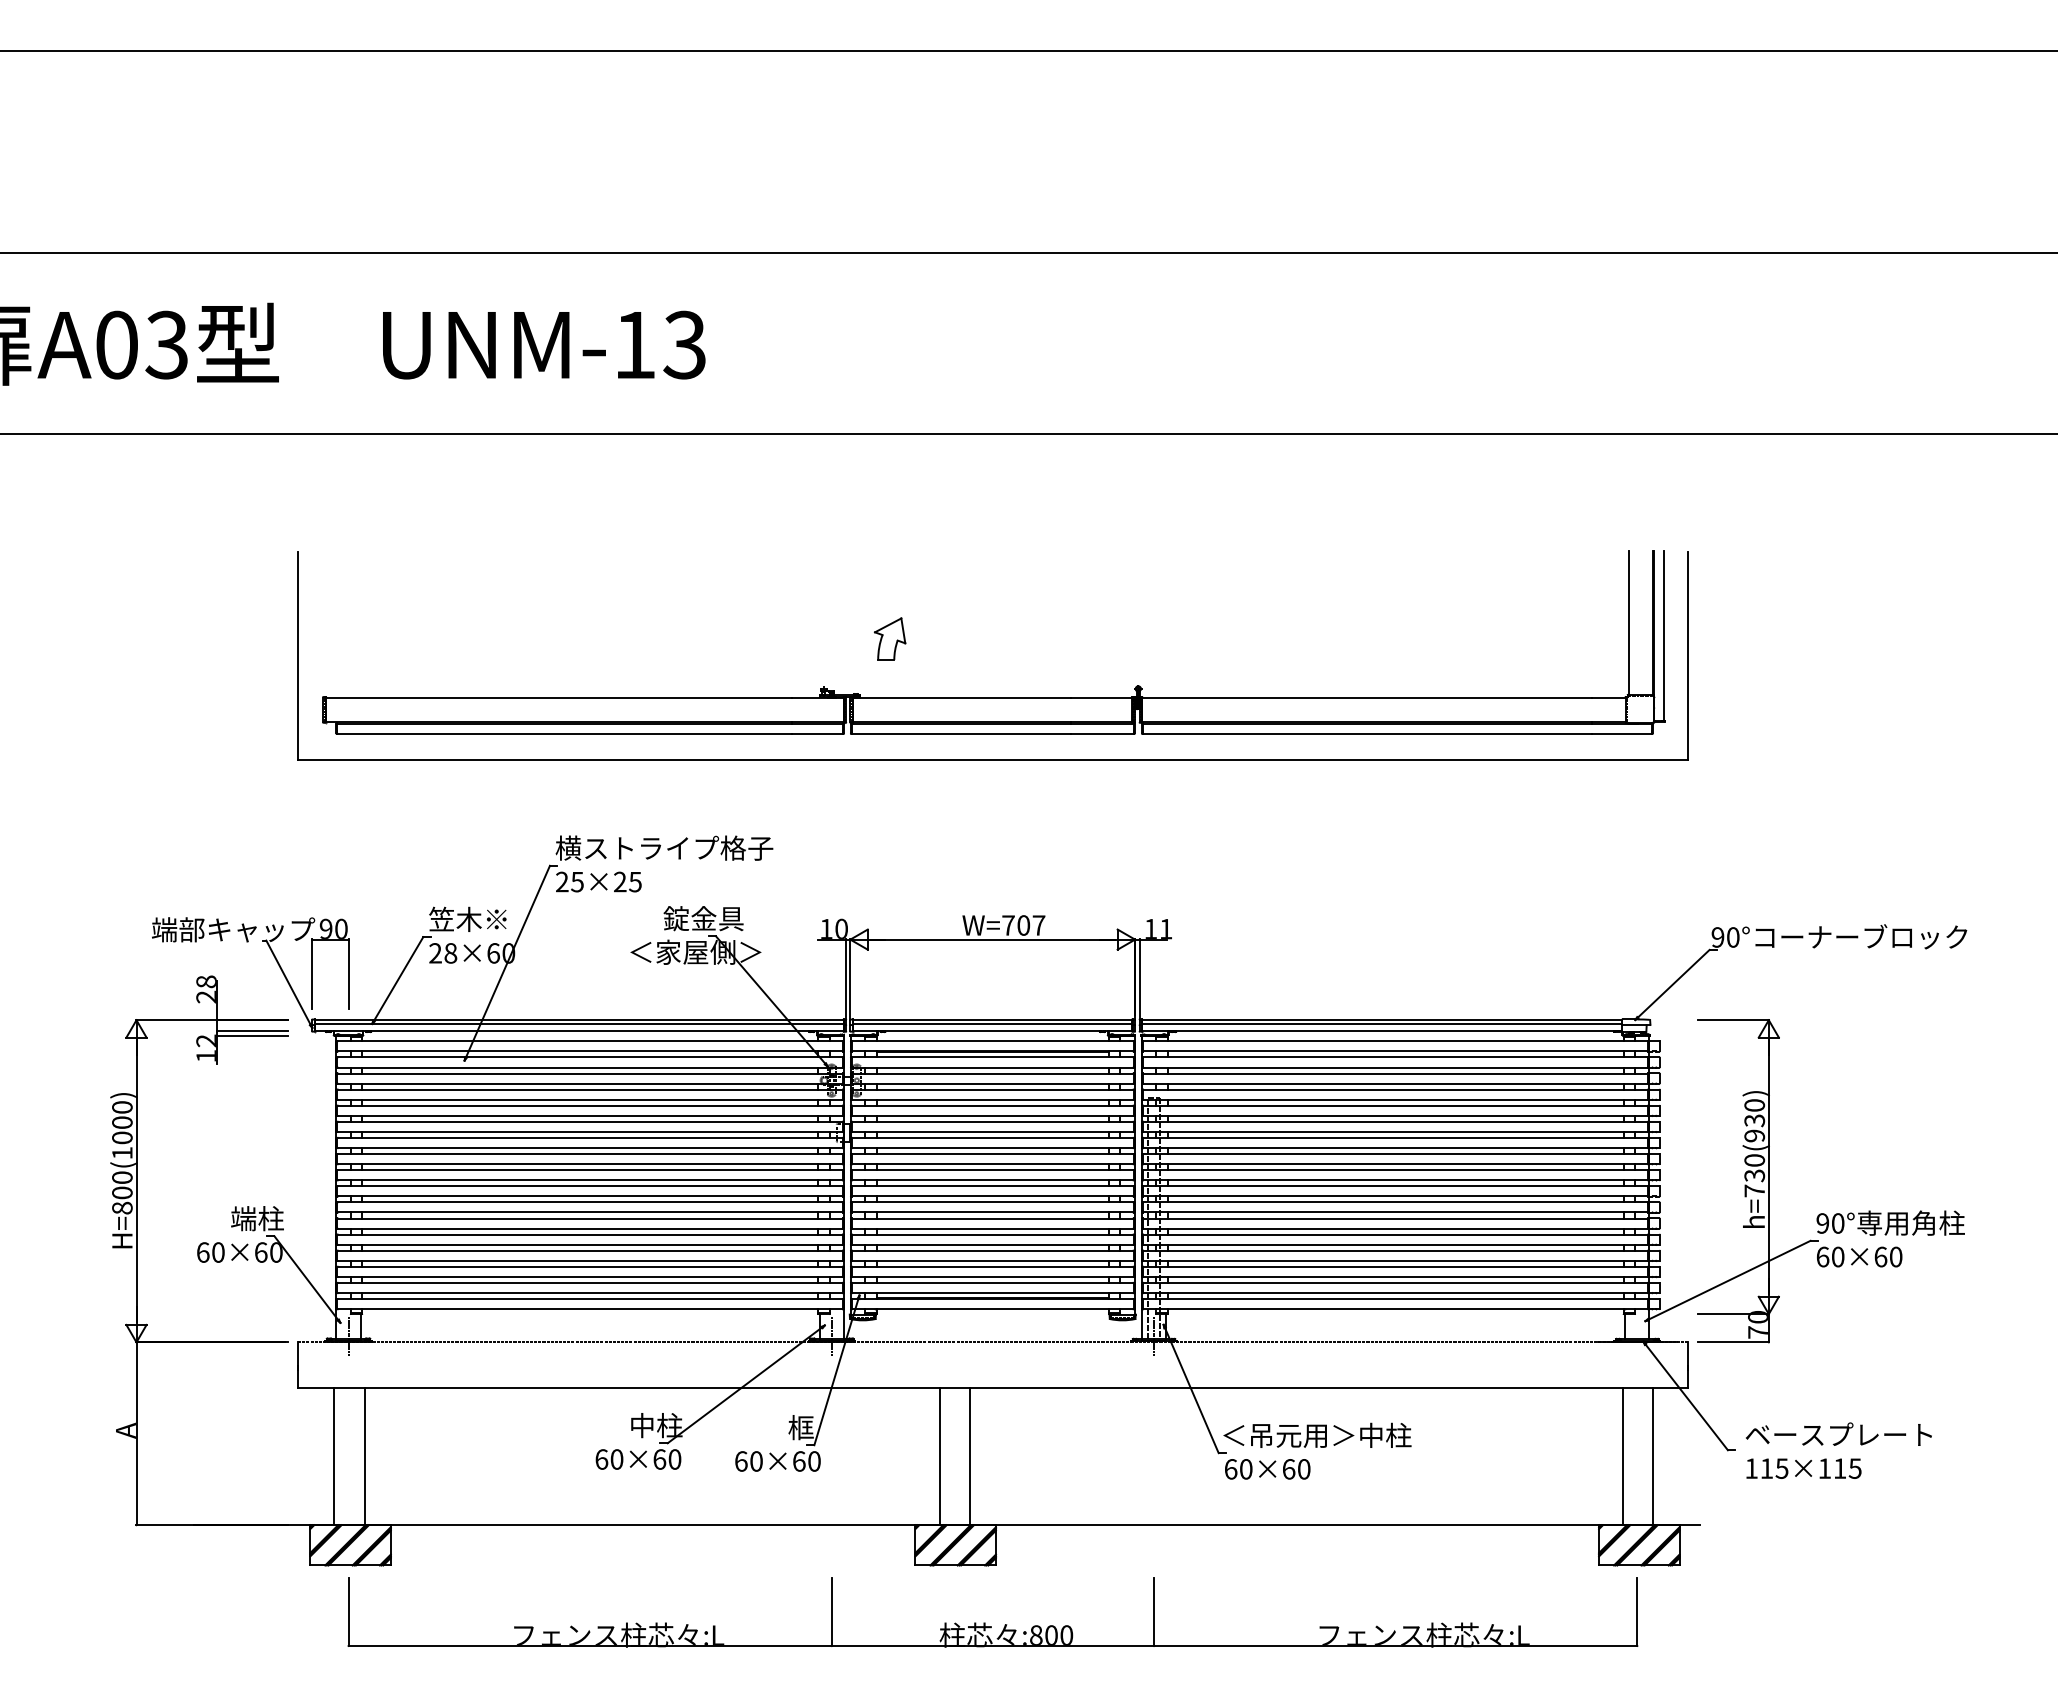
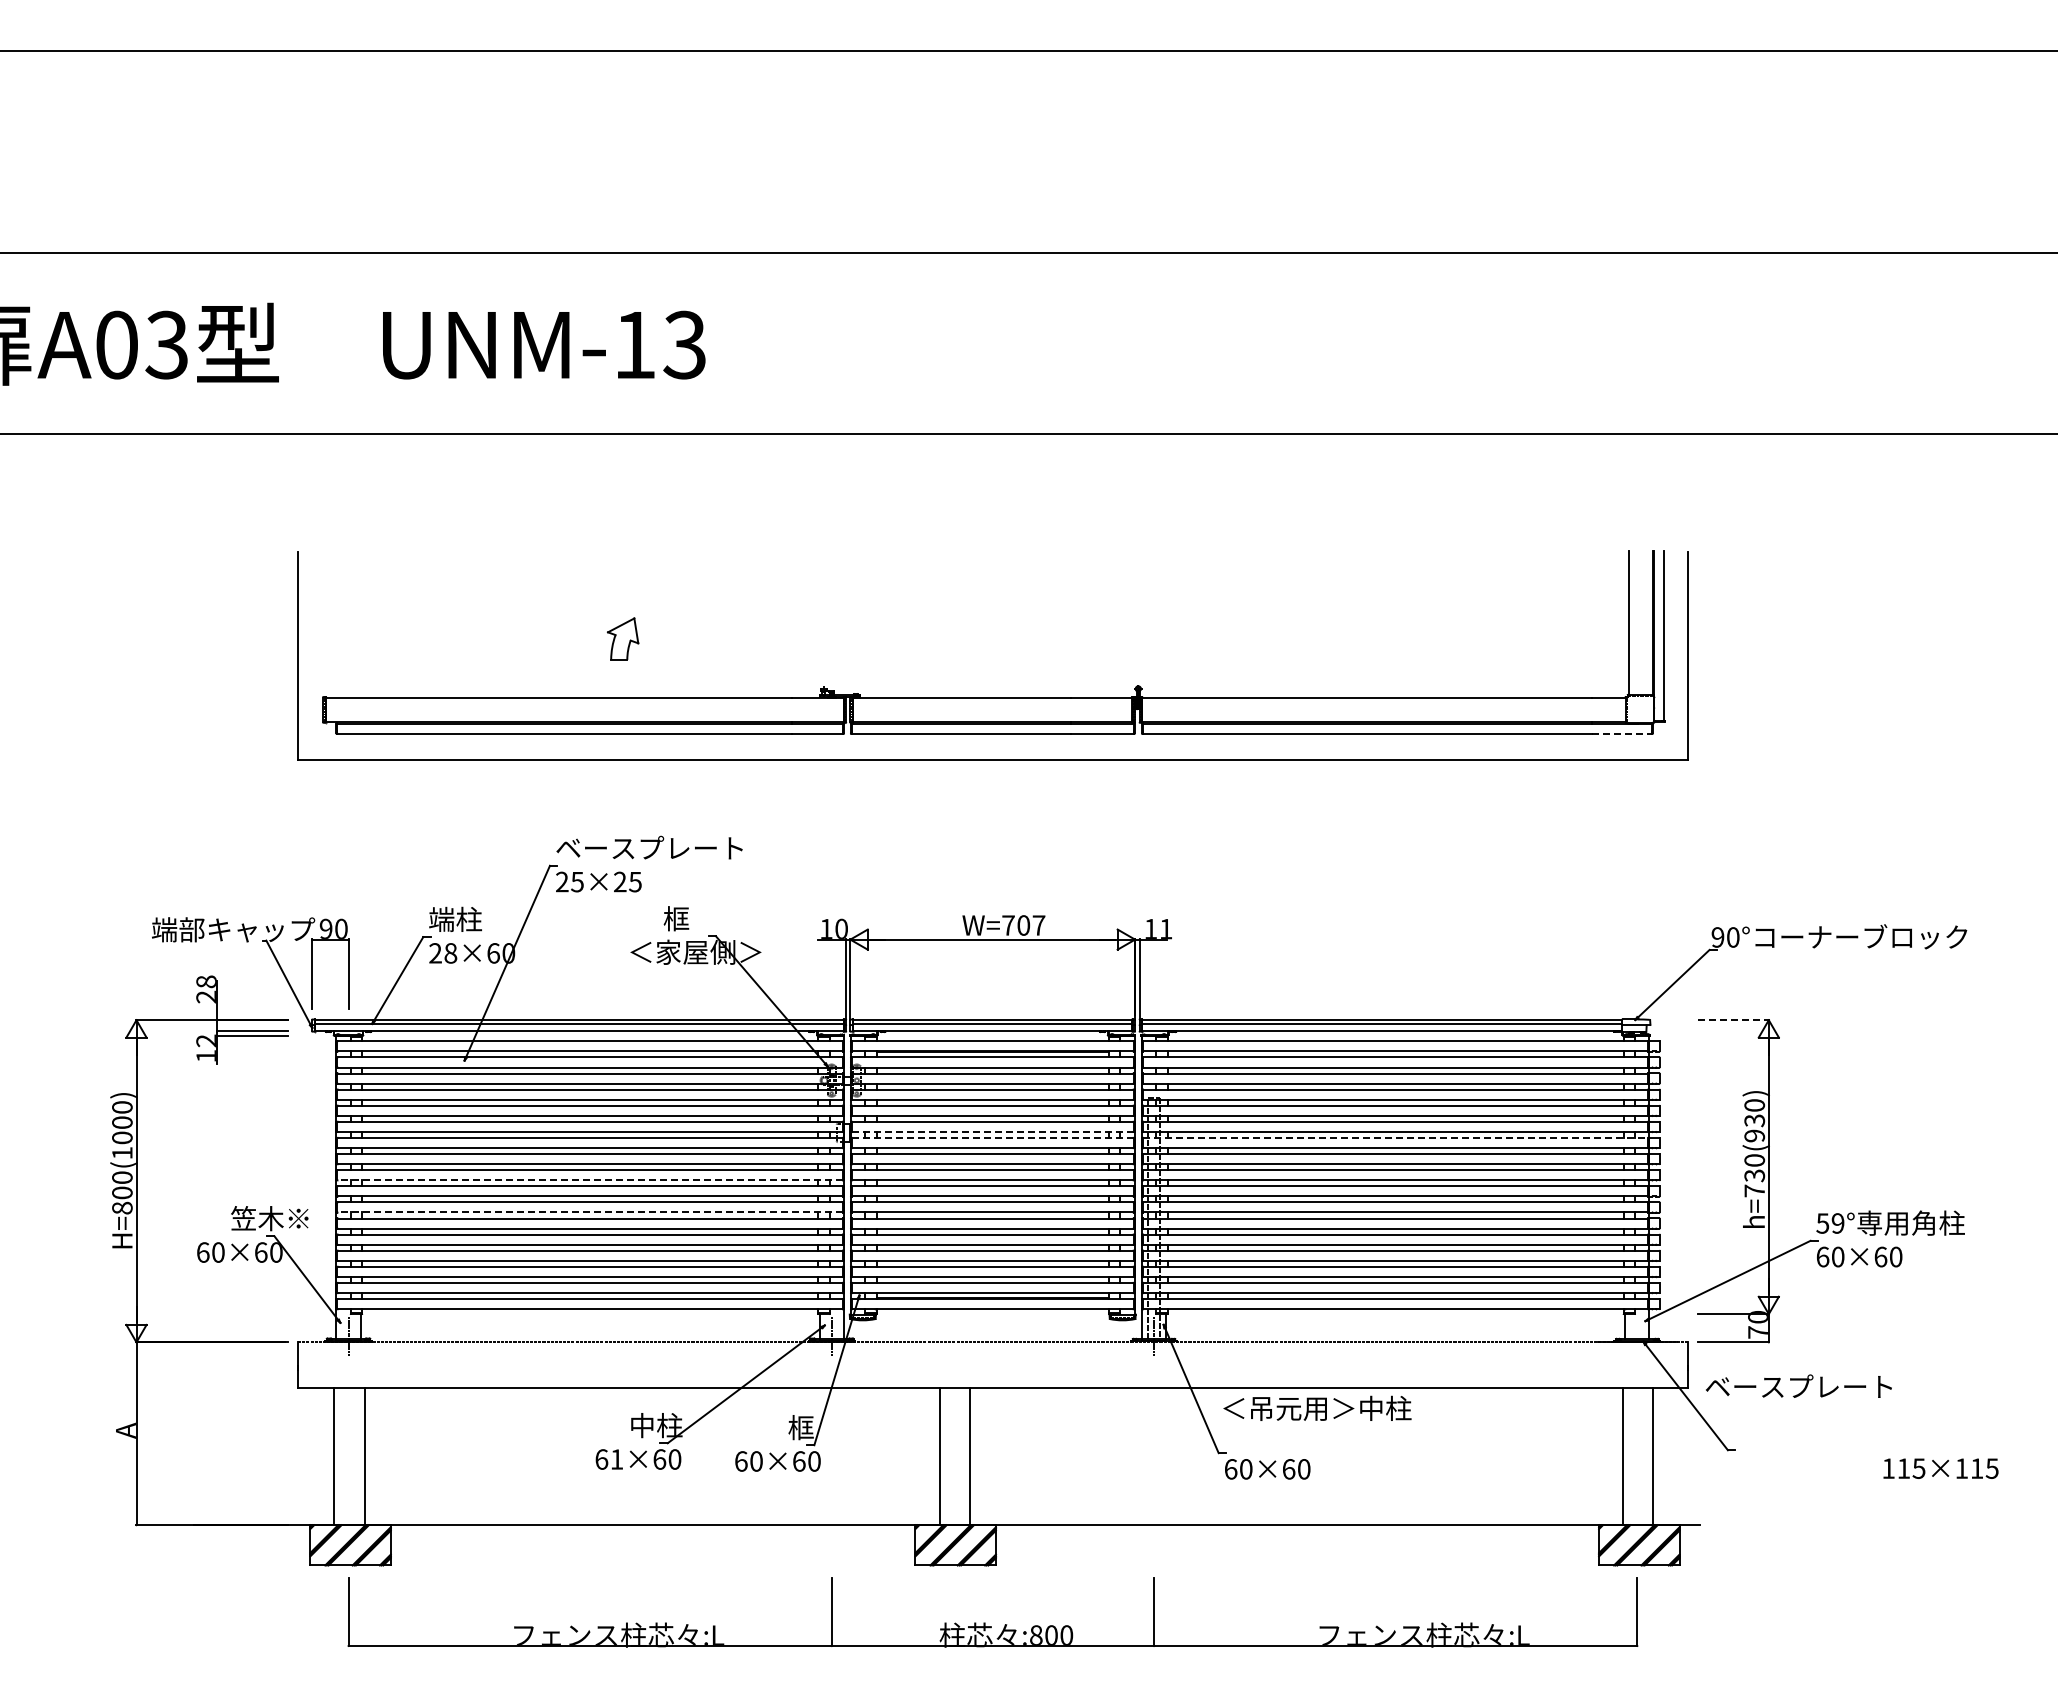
part at (889, 638) position: (889, 638) -> (622, 638)
line at (1622, 733): solid -> dashed
text at (664, 847): 横ストライプ格子 -> ベースプレート
text at (703, 918): 錠金具 -> 框
text at (467, 919): 笠木※ -> 端柱
line at (1733, 1020): solid -> dashed
line at (992, 1131): solid -> dashed
line at (992, 1137): solid -> dashed
line at (1395, 1137): solid -> dashed
line at (590, 1180): solid -> dashed
line at (590, 1212): solid -> dashed
text at (269, 1218): 端柱 -> 笠木※
text at (1830, 1223): 90° -> 59°
text at (1838, 1433) position: (1838, 1433) -> (1798, 1385)
text at (1317, 1434) position: (1317, 1434) -> (1317, 1407)
text at (616, 1459): 60×60 -> 61×60
text at (1803, 1468) position: (1803, 1468) -> (1940, 1468)
